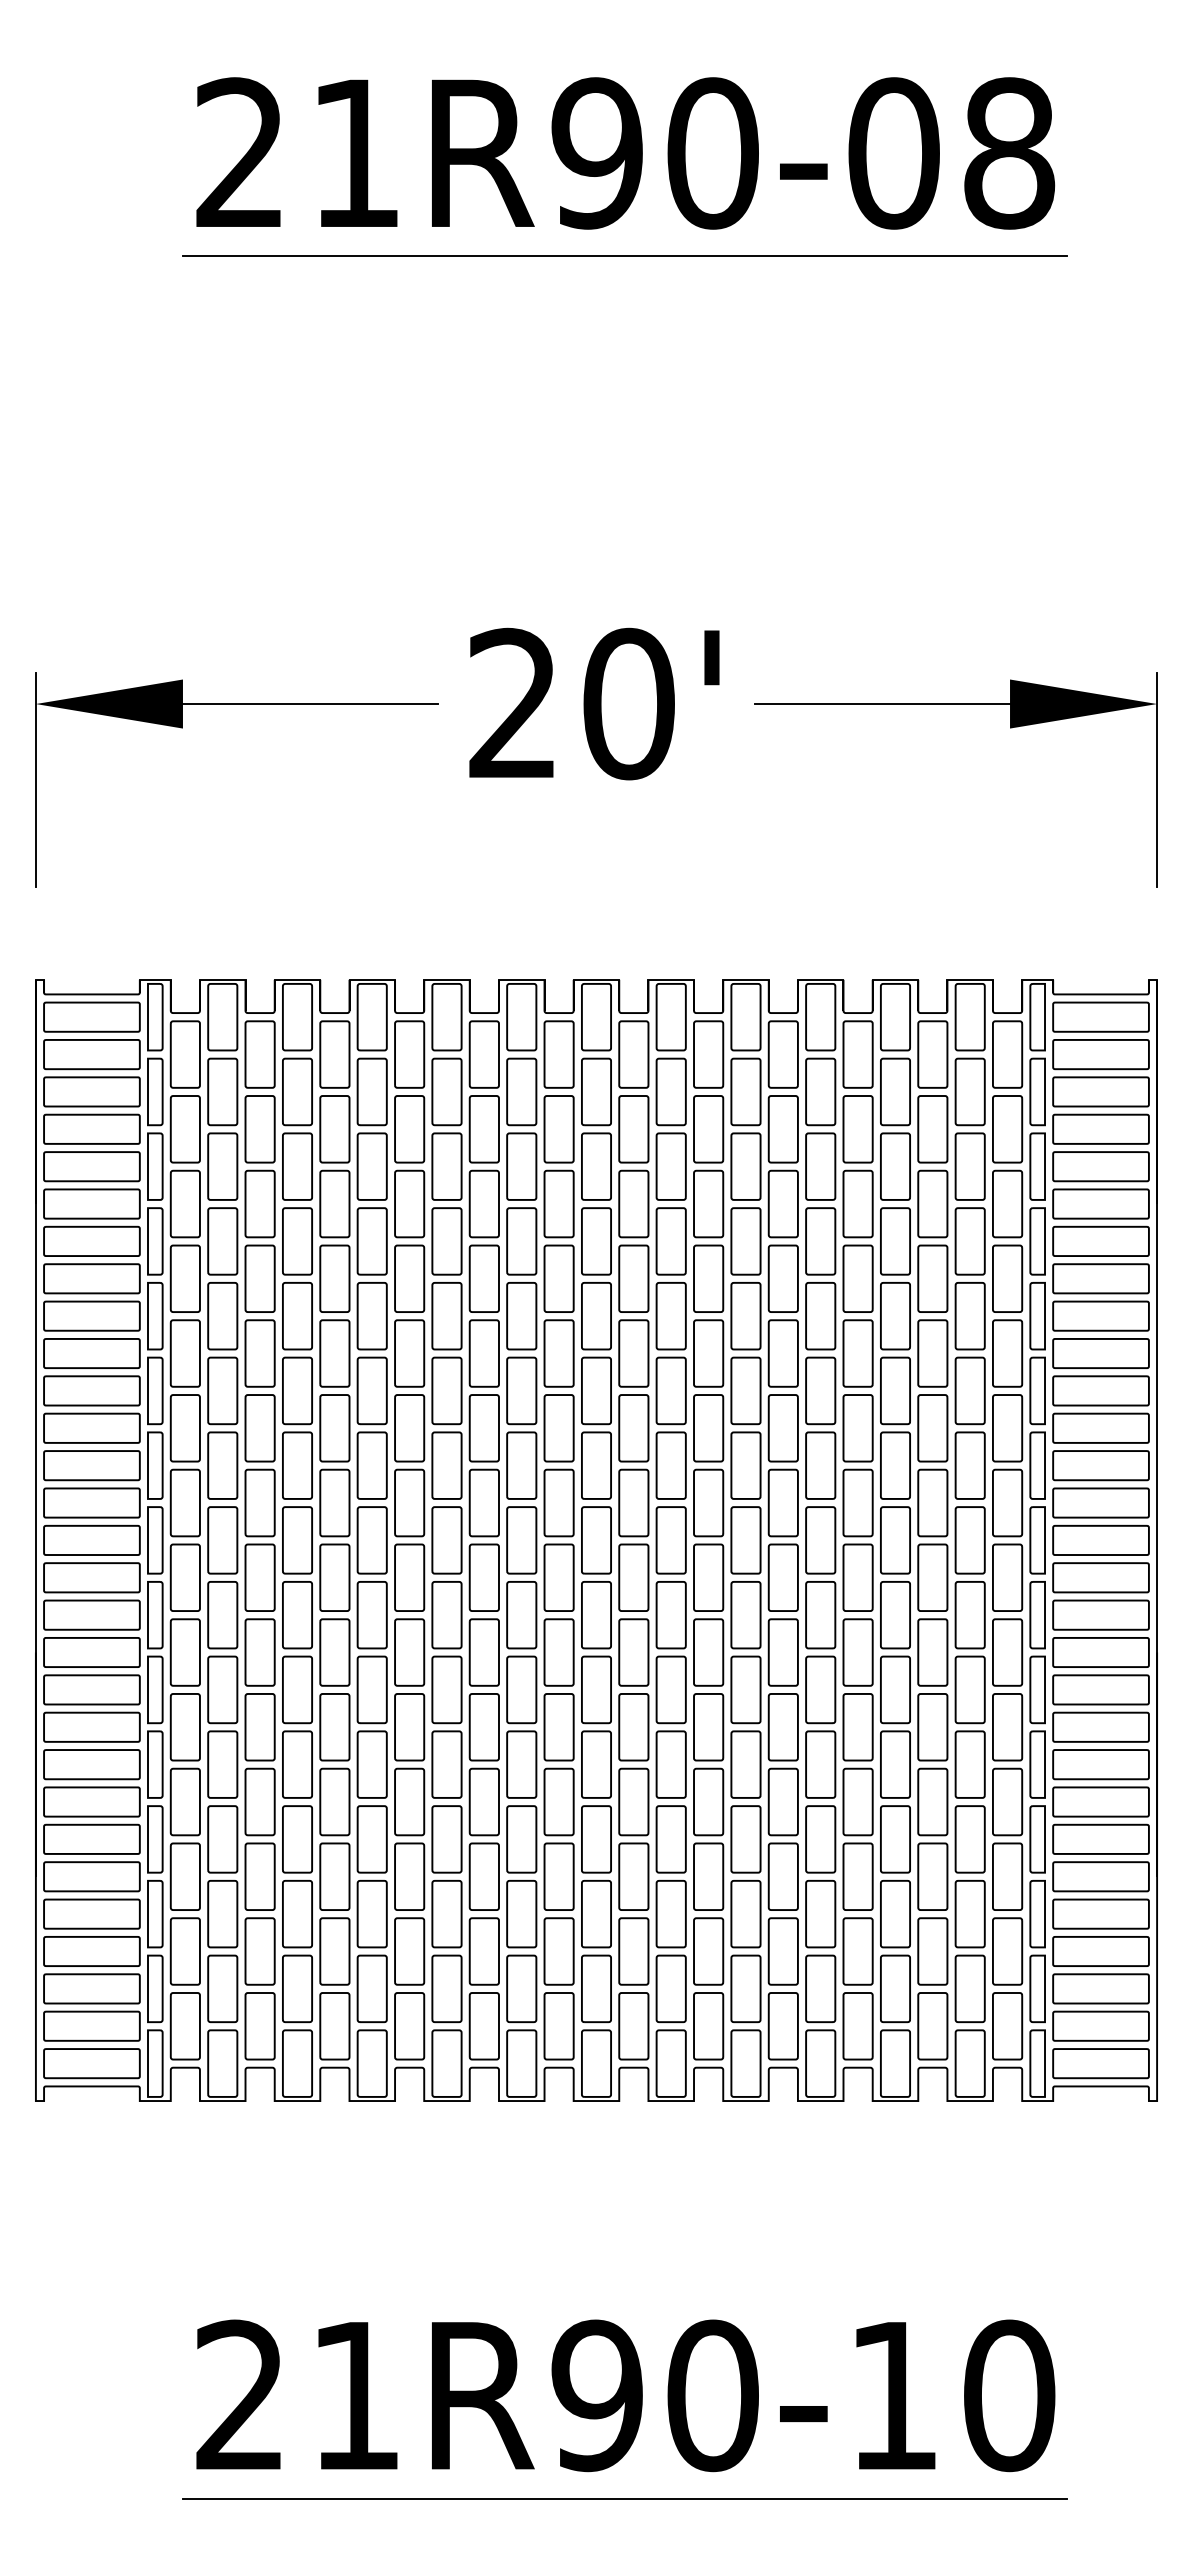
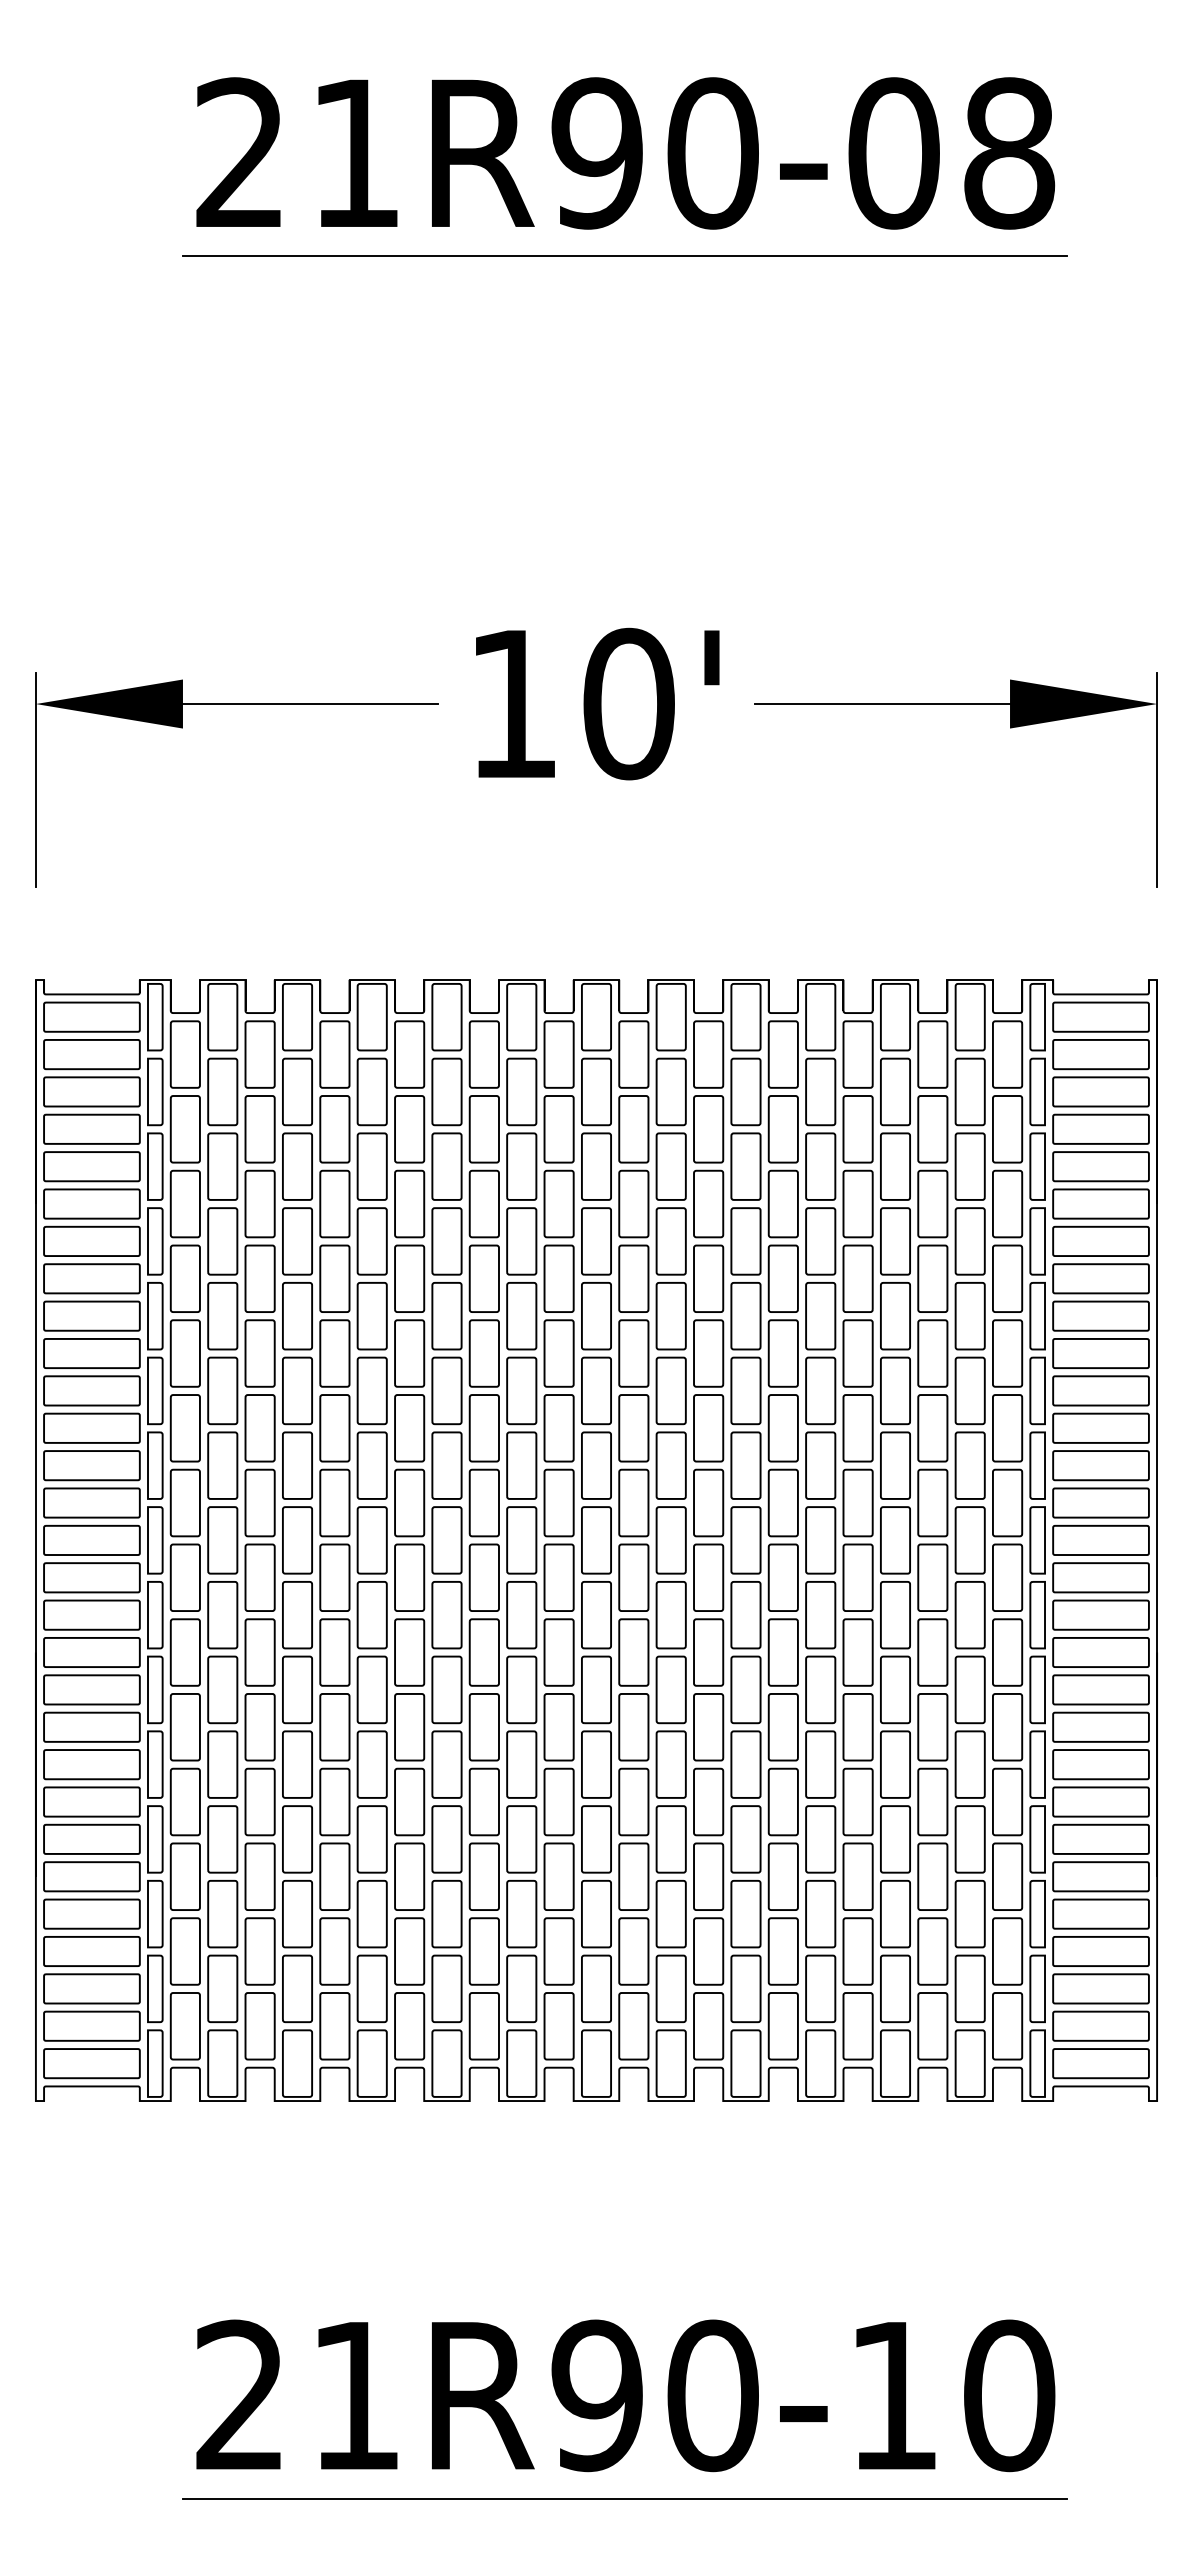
text at (511, 702): 20' -> 10'
